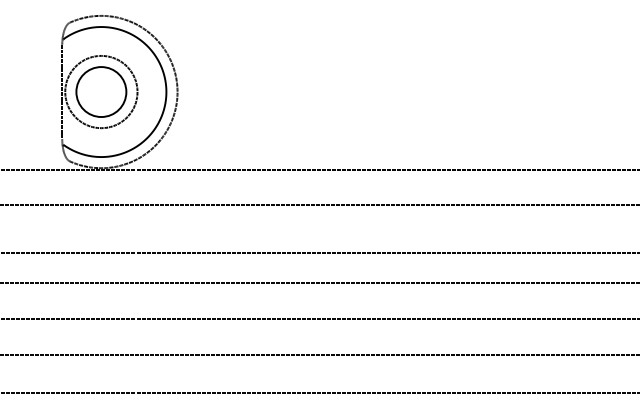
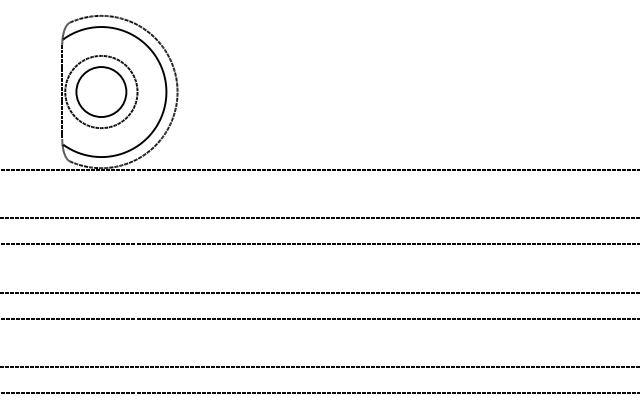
line at (319, 205) position: (319, 205) -> (319, 218)
line at (319, 253) position: (319, 253) -> (319, 244)
line at (319, 282) position: (319, 282) -> (319, 292)
line at (319, 355) position: (319, 355) -> (319, 367)
